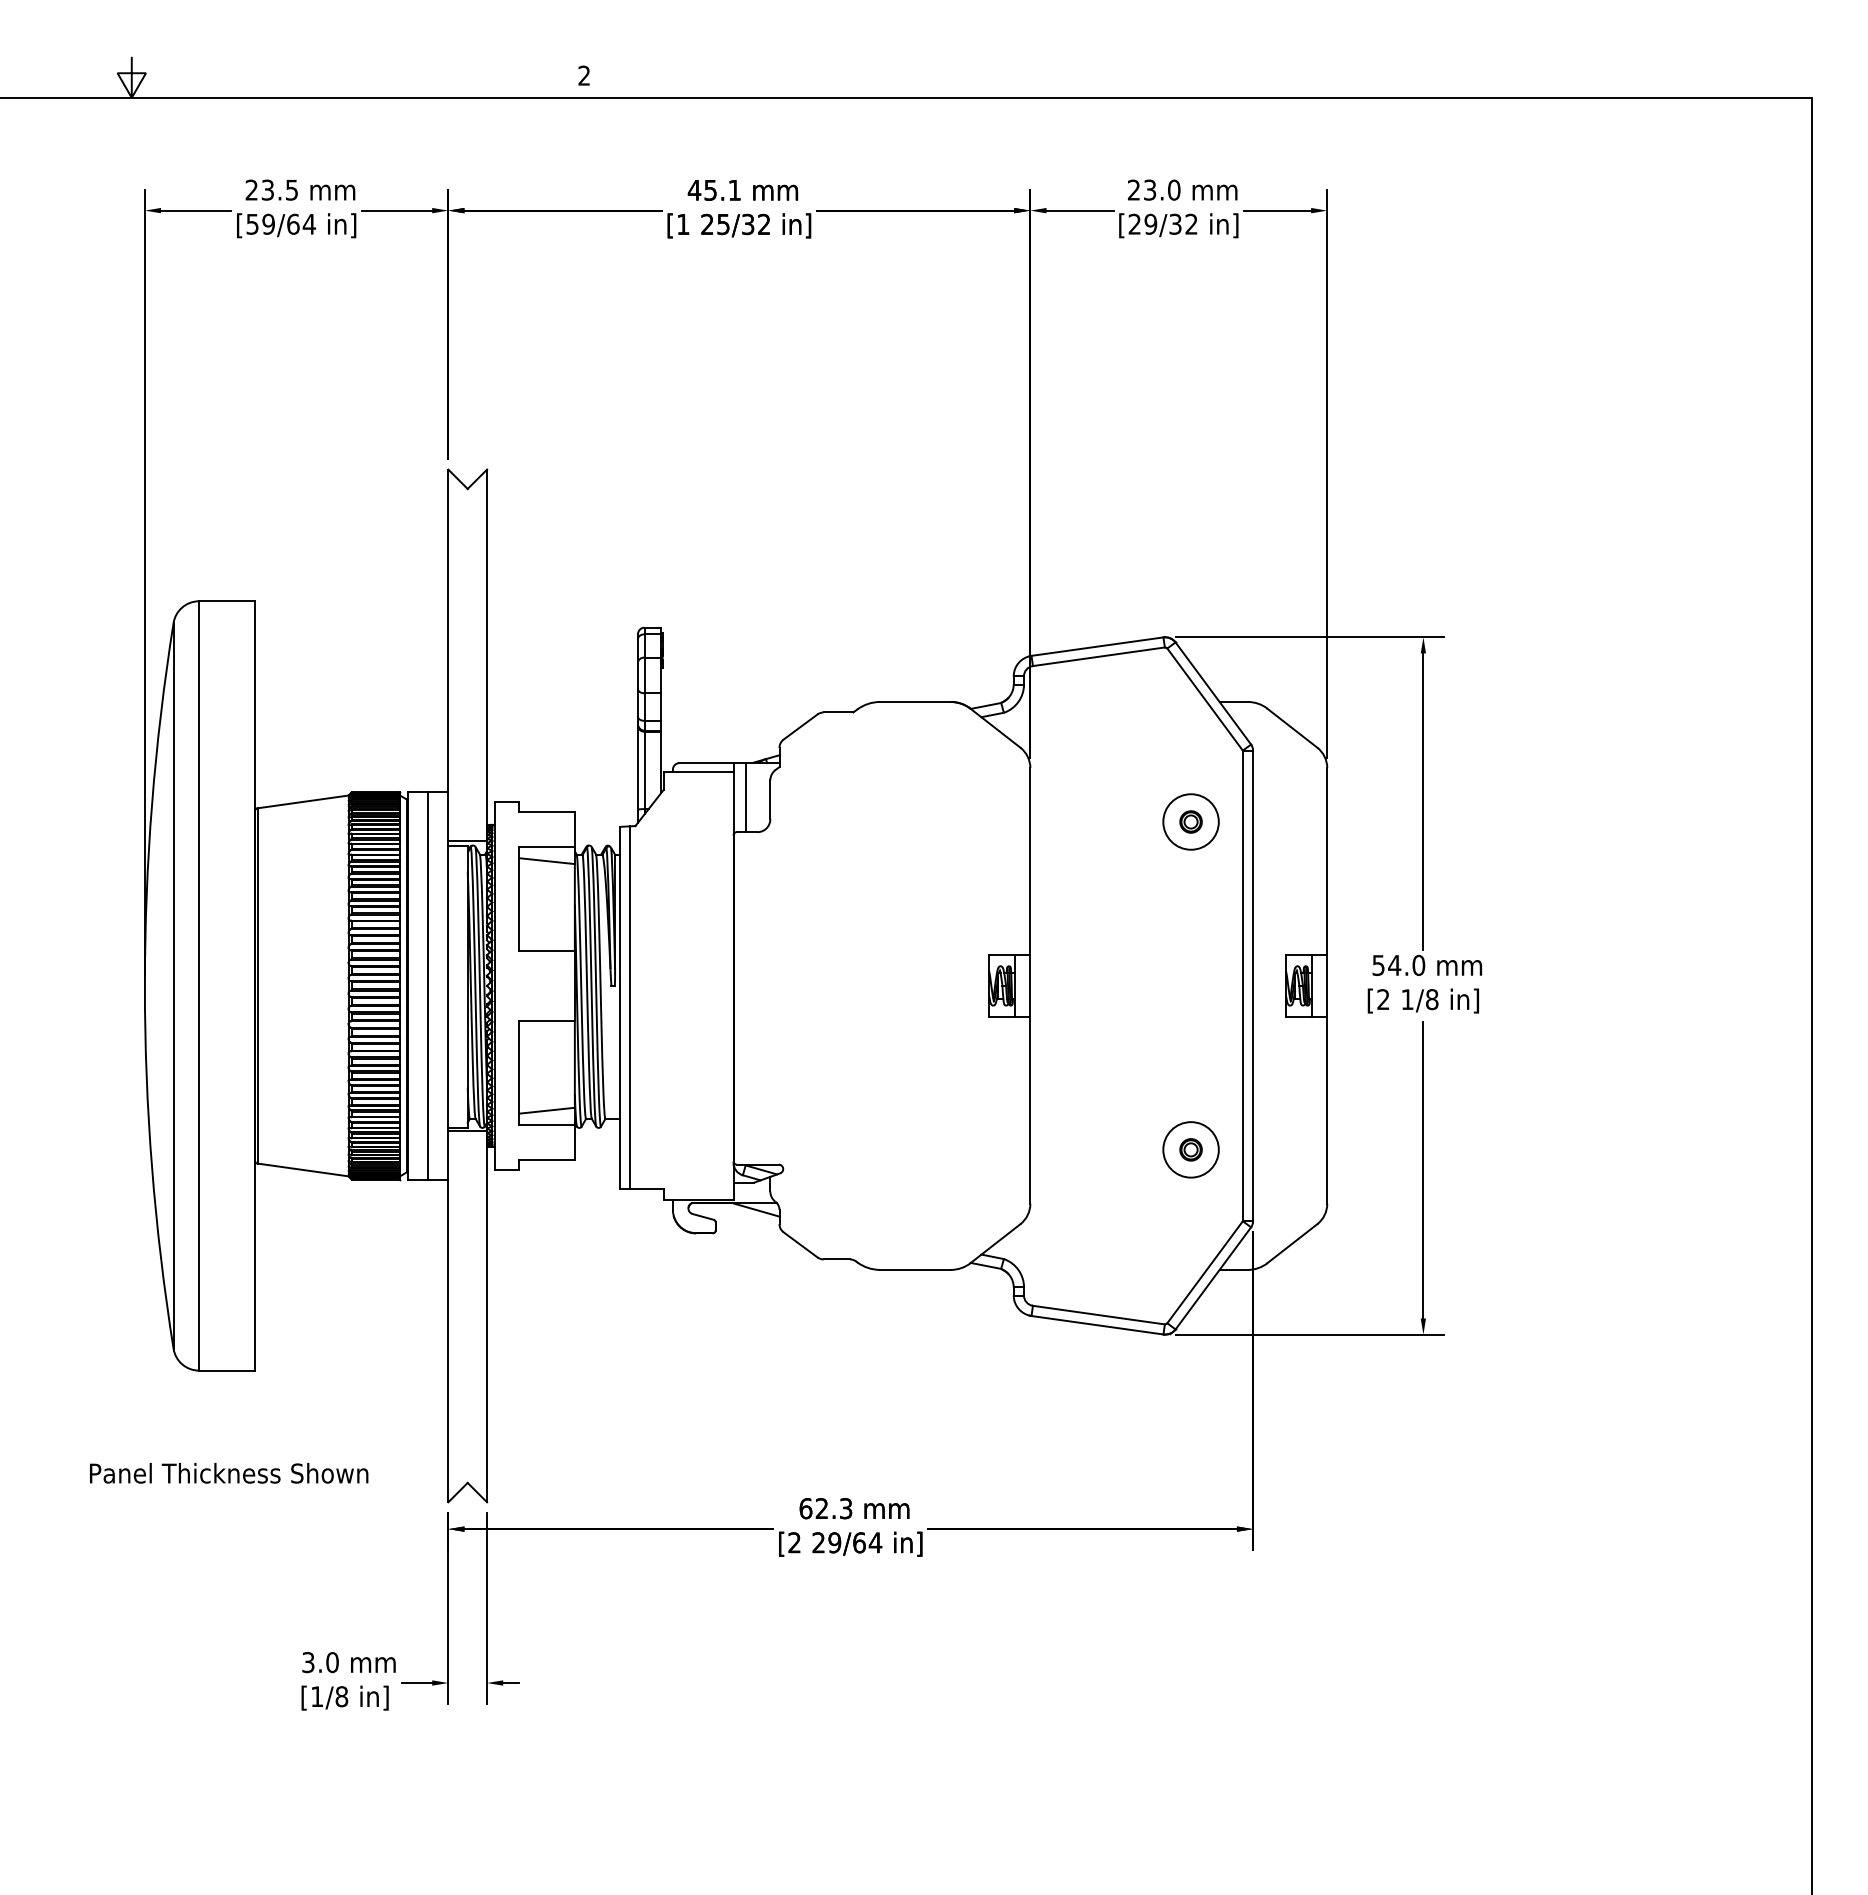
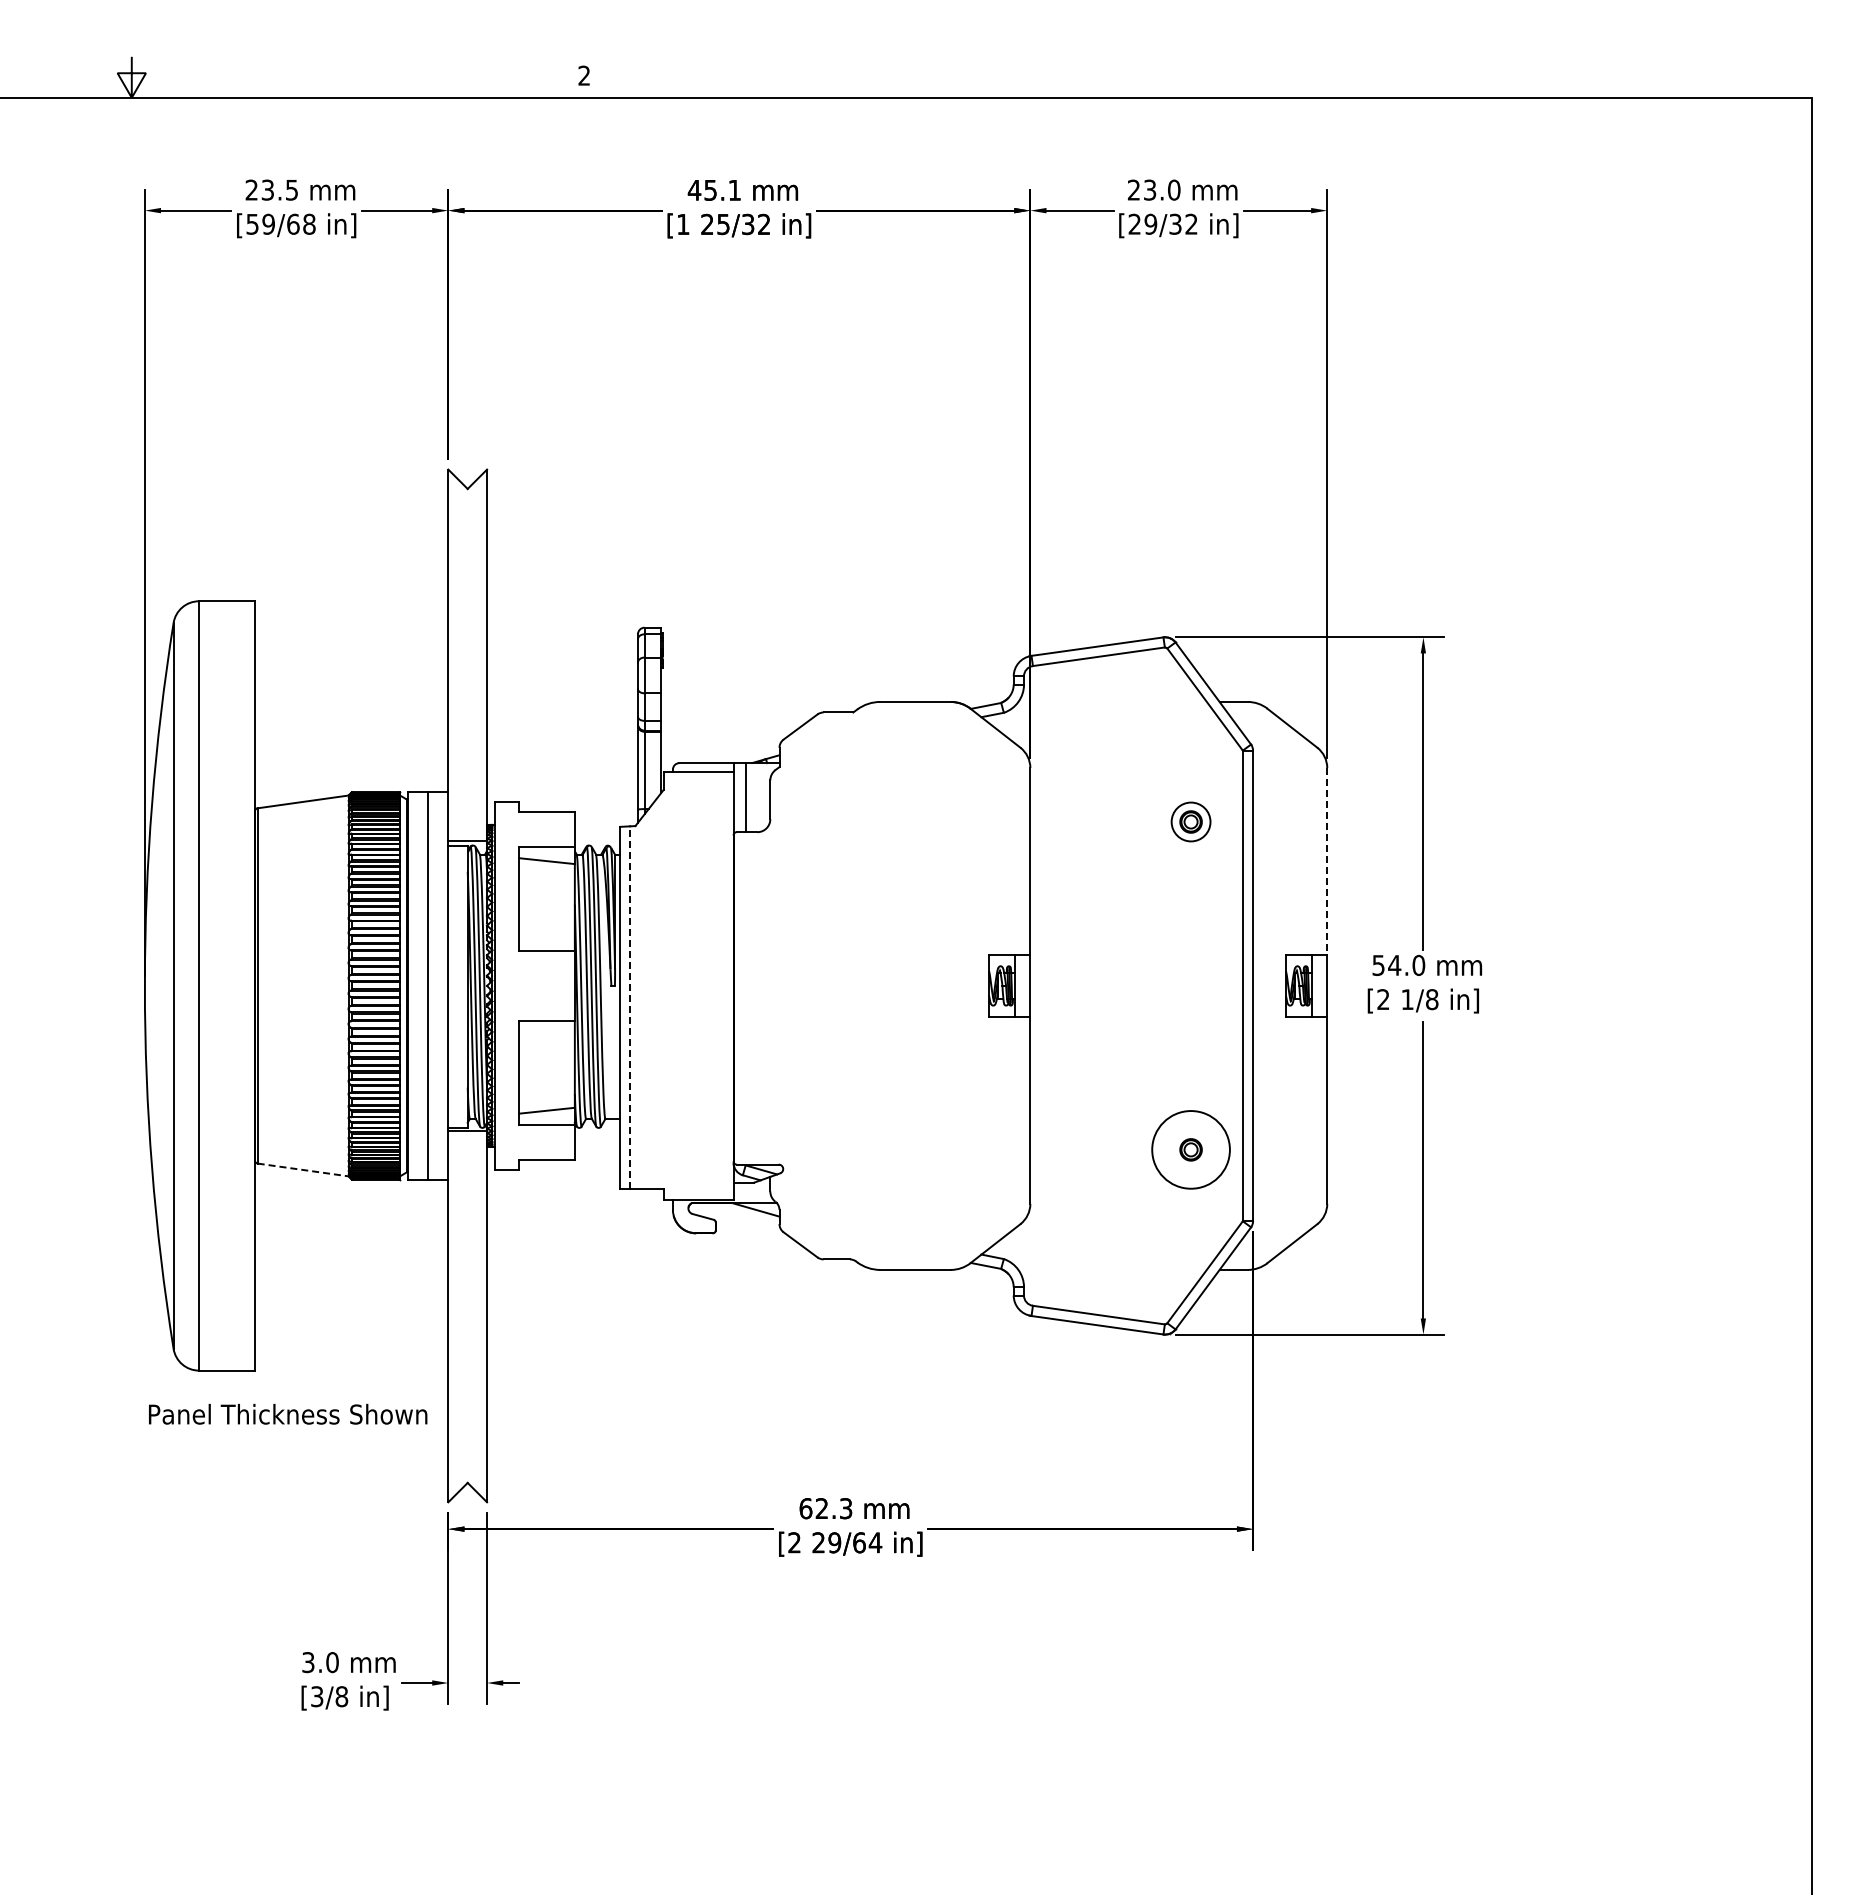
text at (309, 223): [59/64 -> [59/68
circle at (1190, 821) diameter: 56 px -> 39 px
line at (1327, 862): solid -> dashed
line at (630, 1006): solid -> dashed
circle at (1190, 1149) diameter: 56 px -> 78 px
line at (303, 1169): solid -> dashed
text at (229, 1473) position: (229, 1473) -> (288, 1414)
text at (317, 1696): [1/8 -> [3/8
